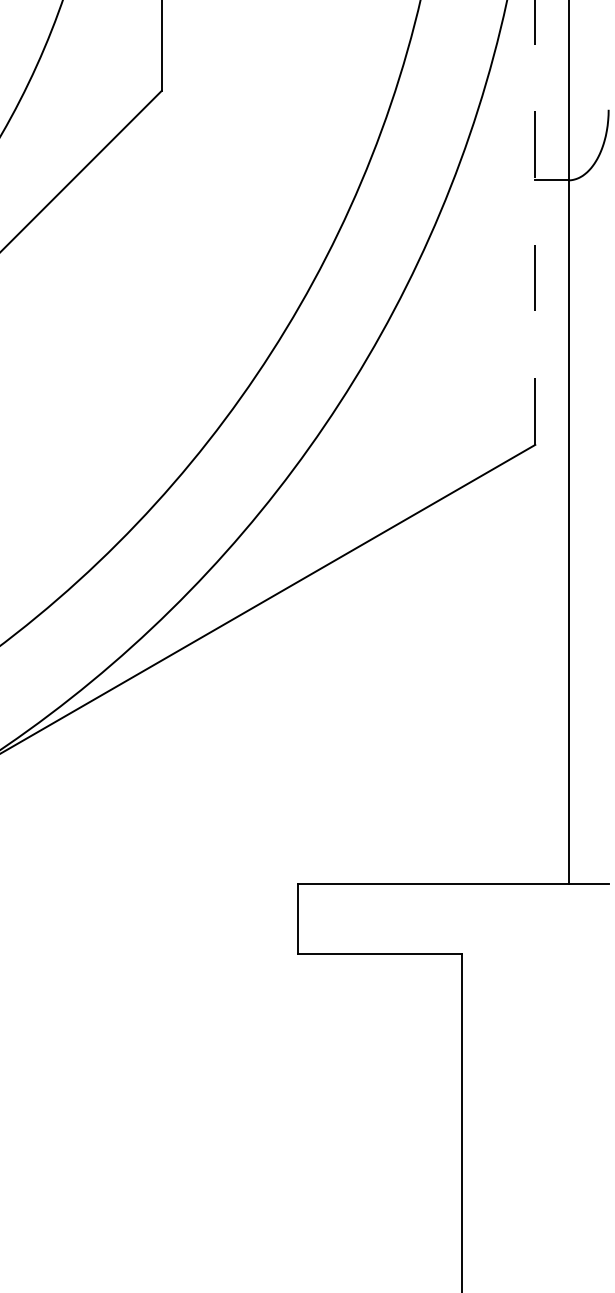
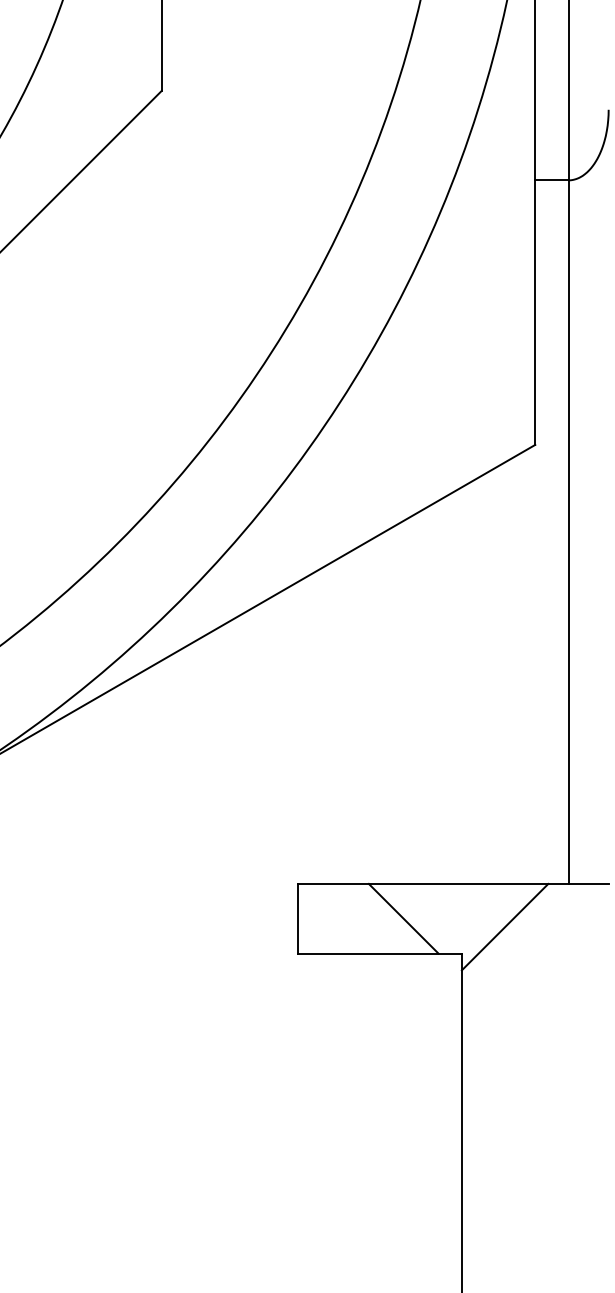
line at (535, 222): dashed -> solid
line at (403, 918): none -> present
line at (504, 926): none -> present
